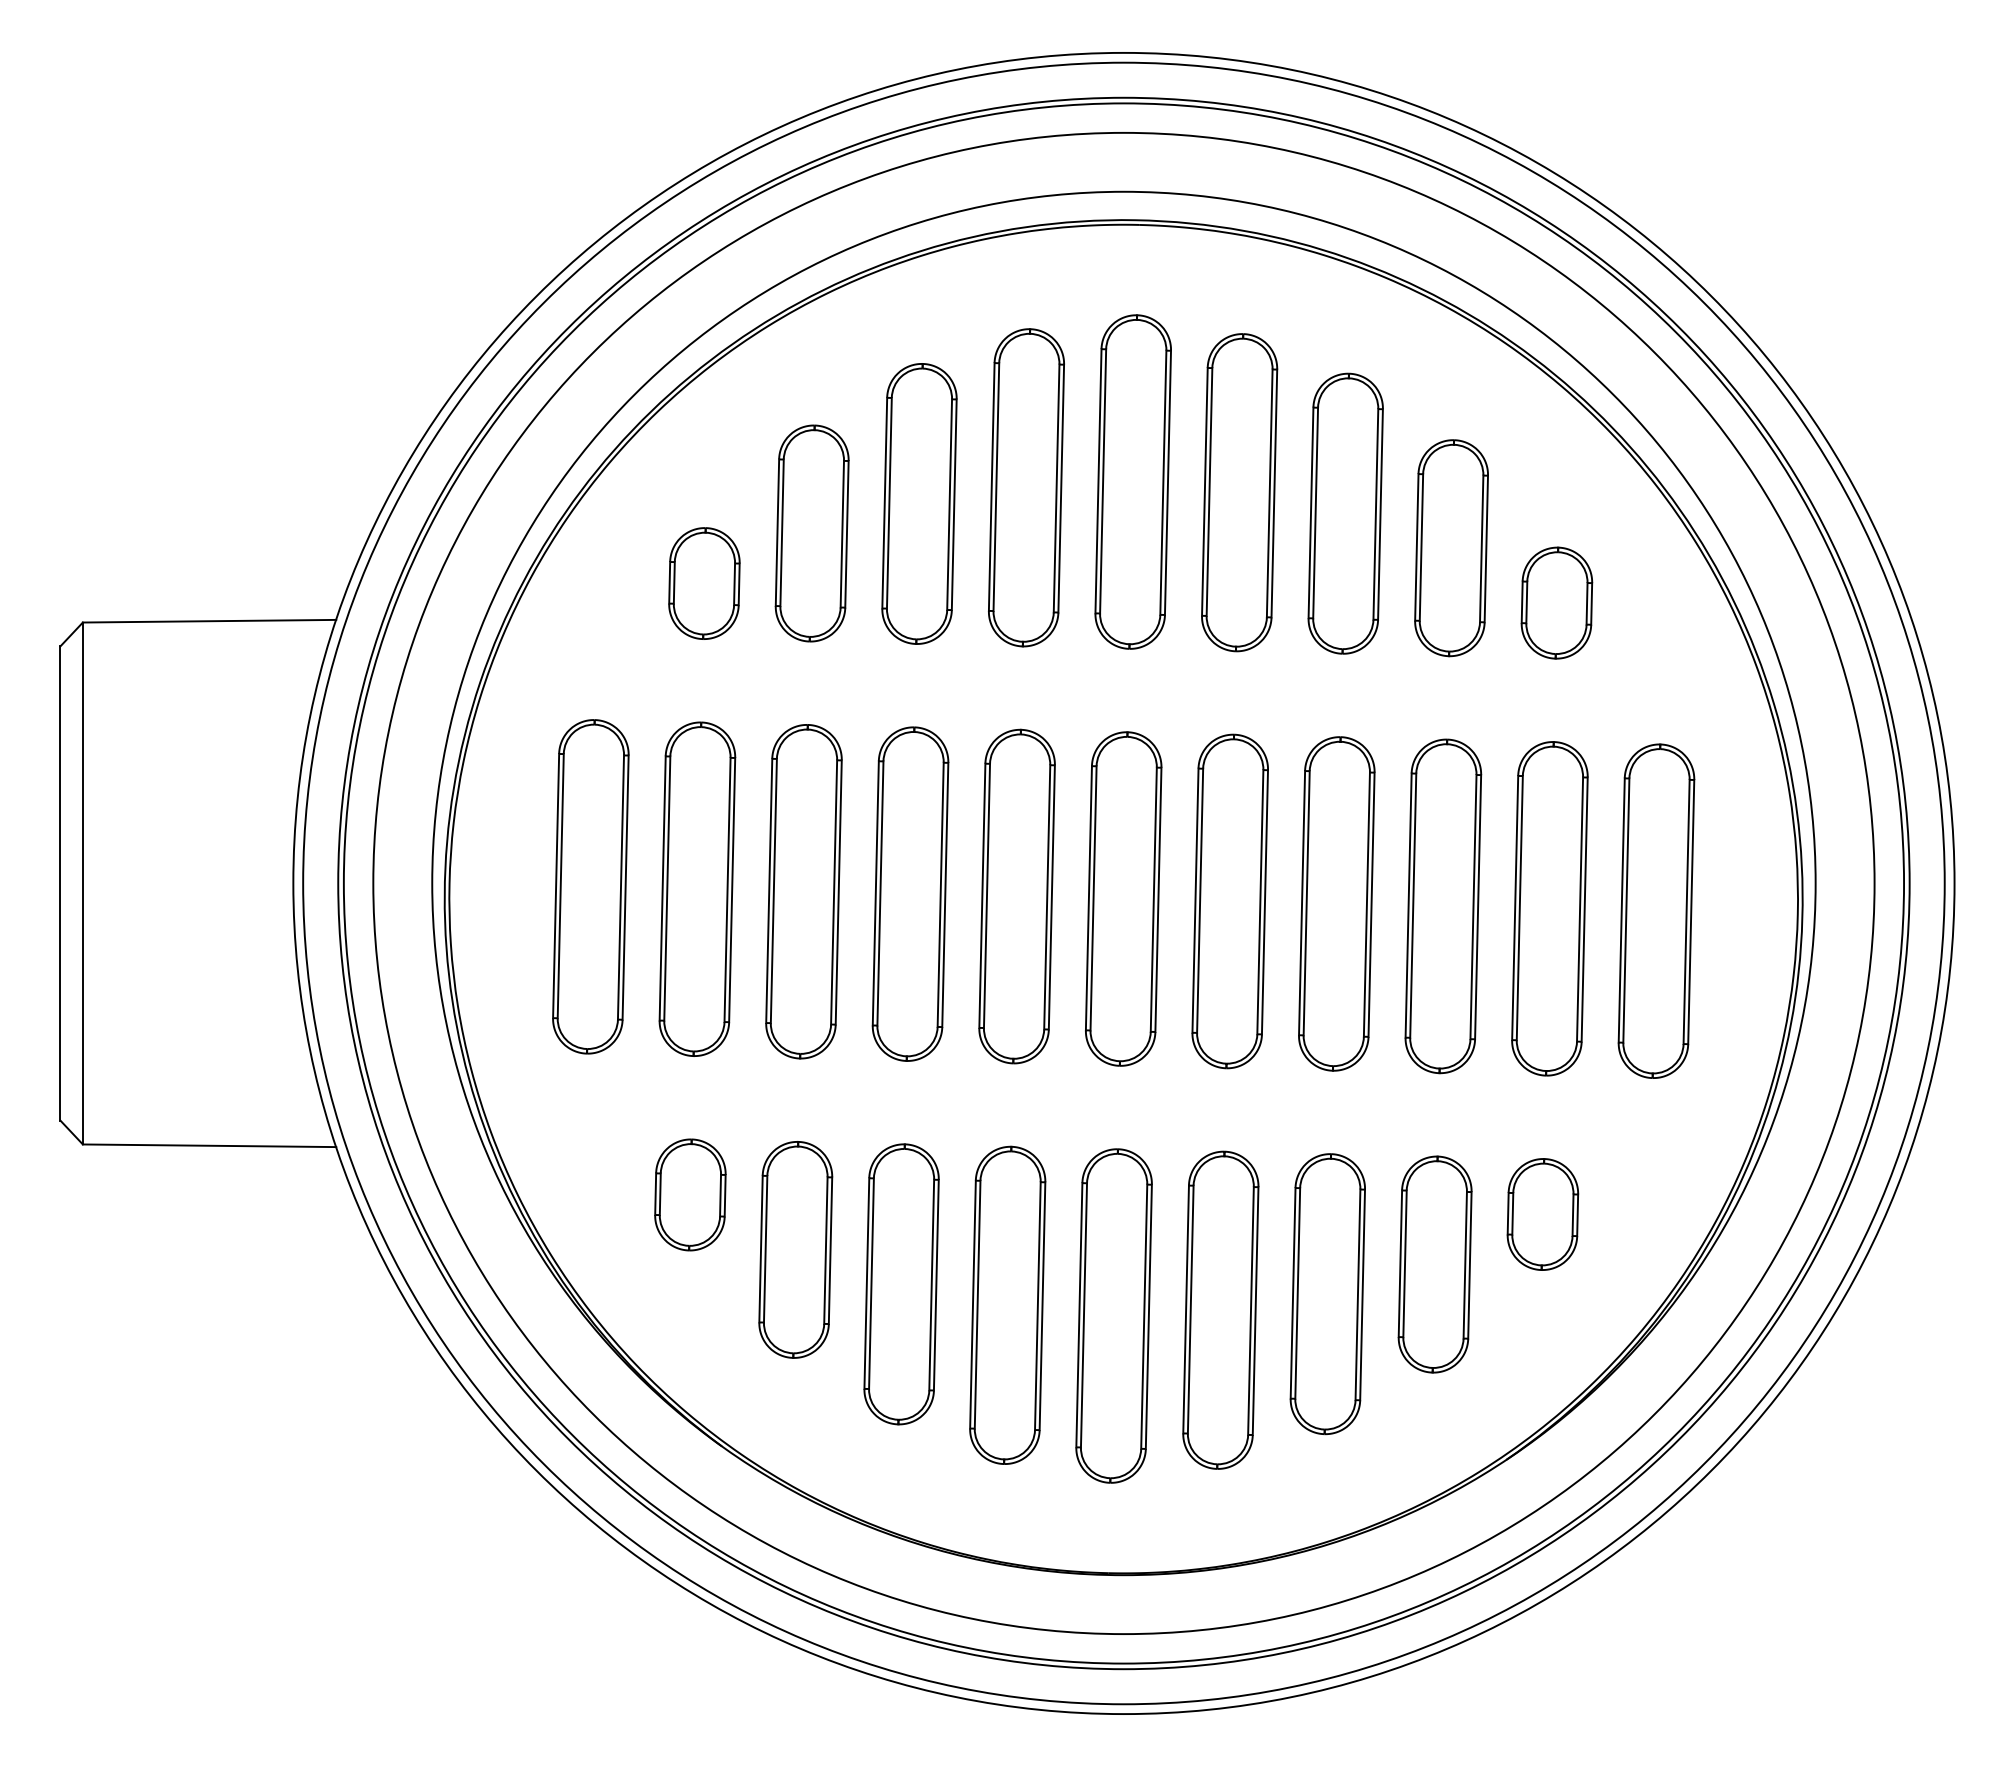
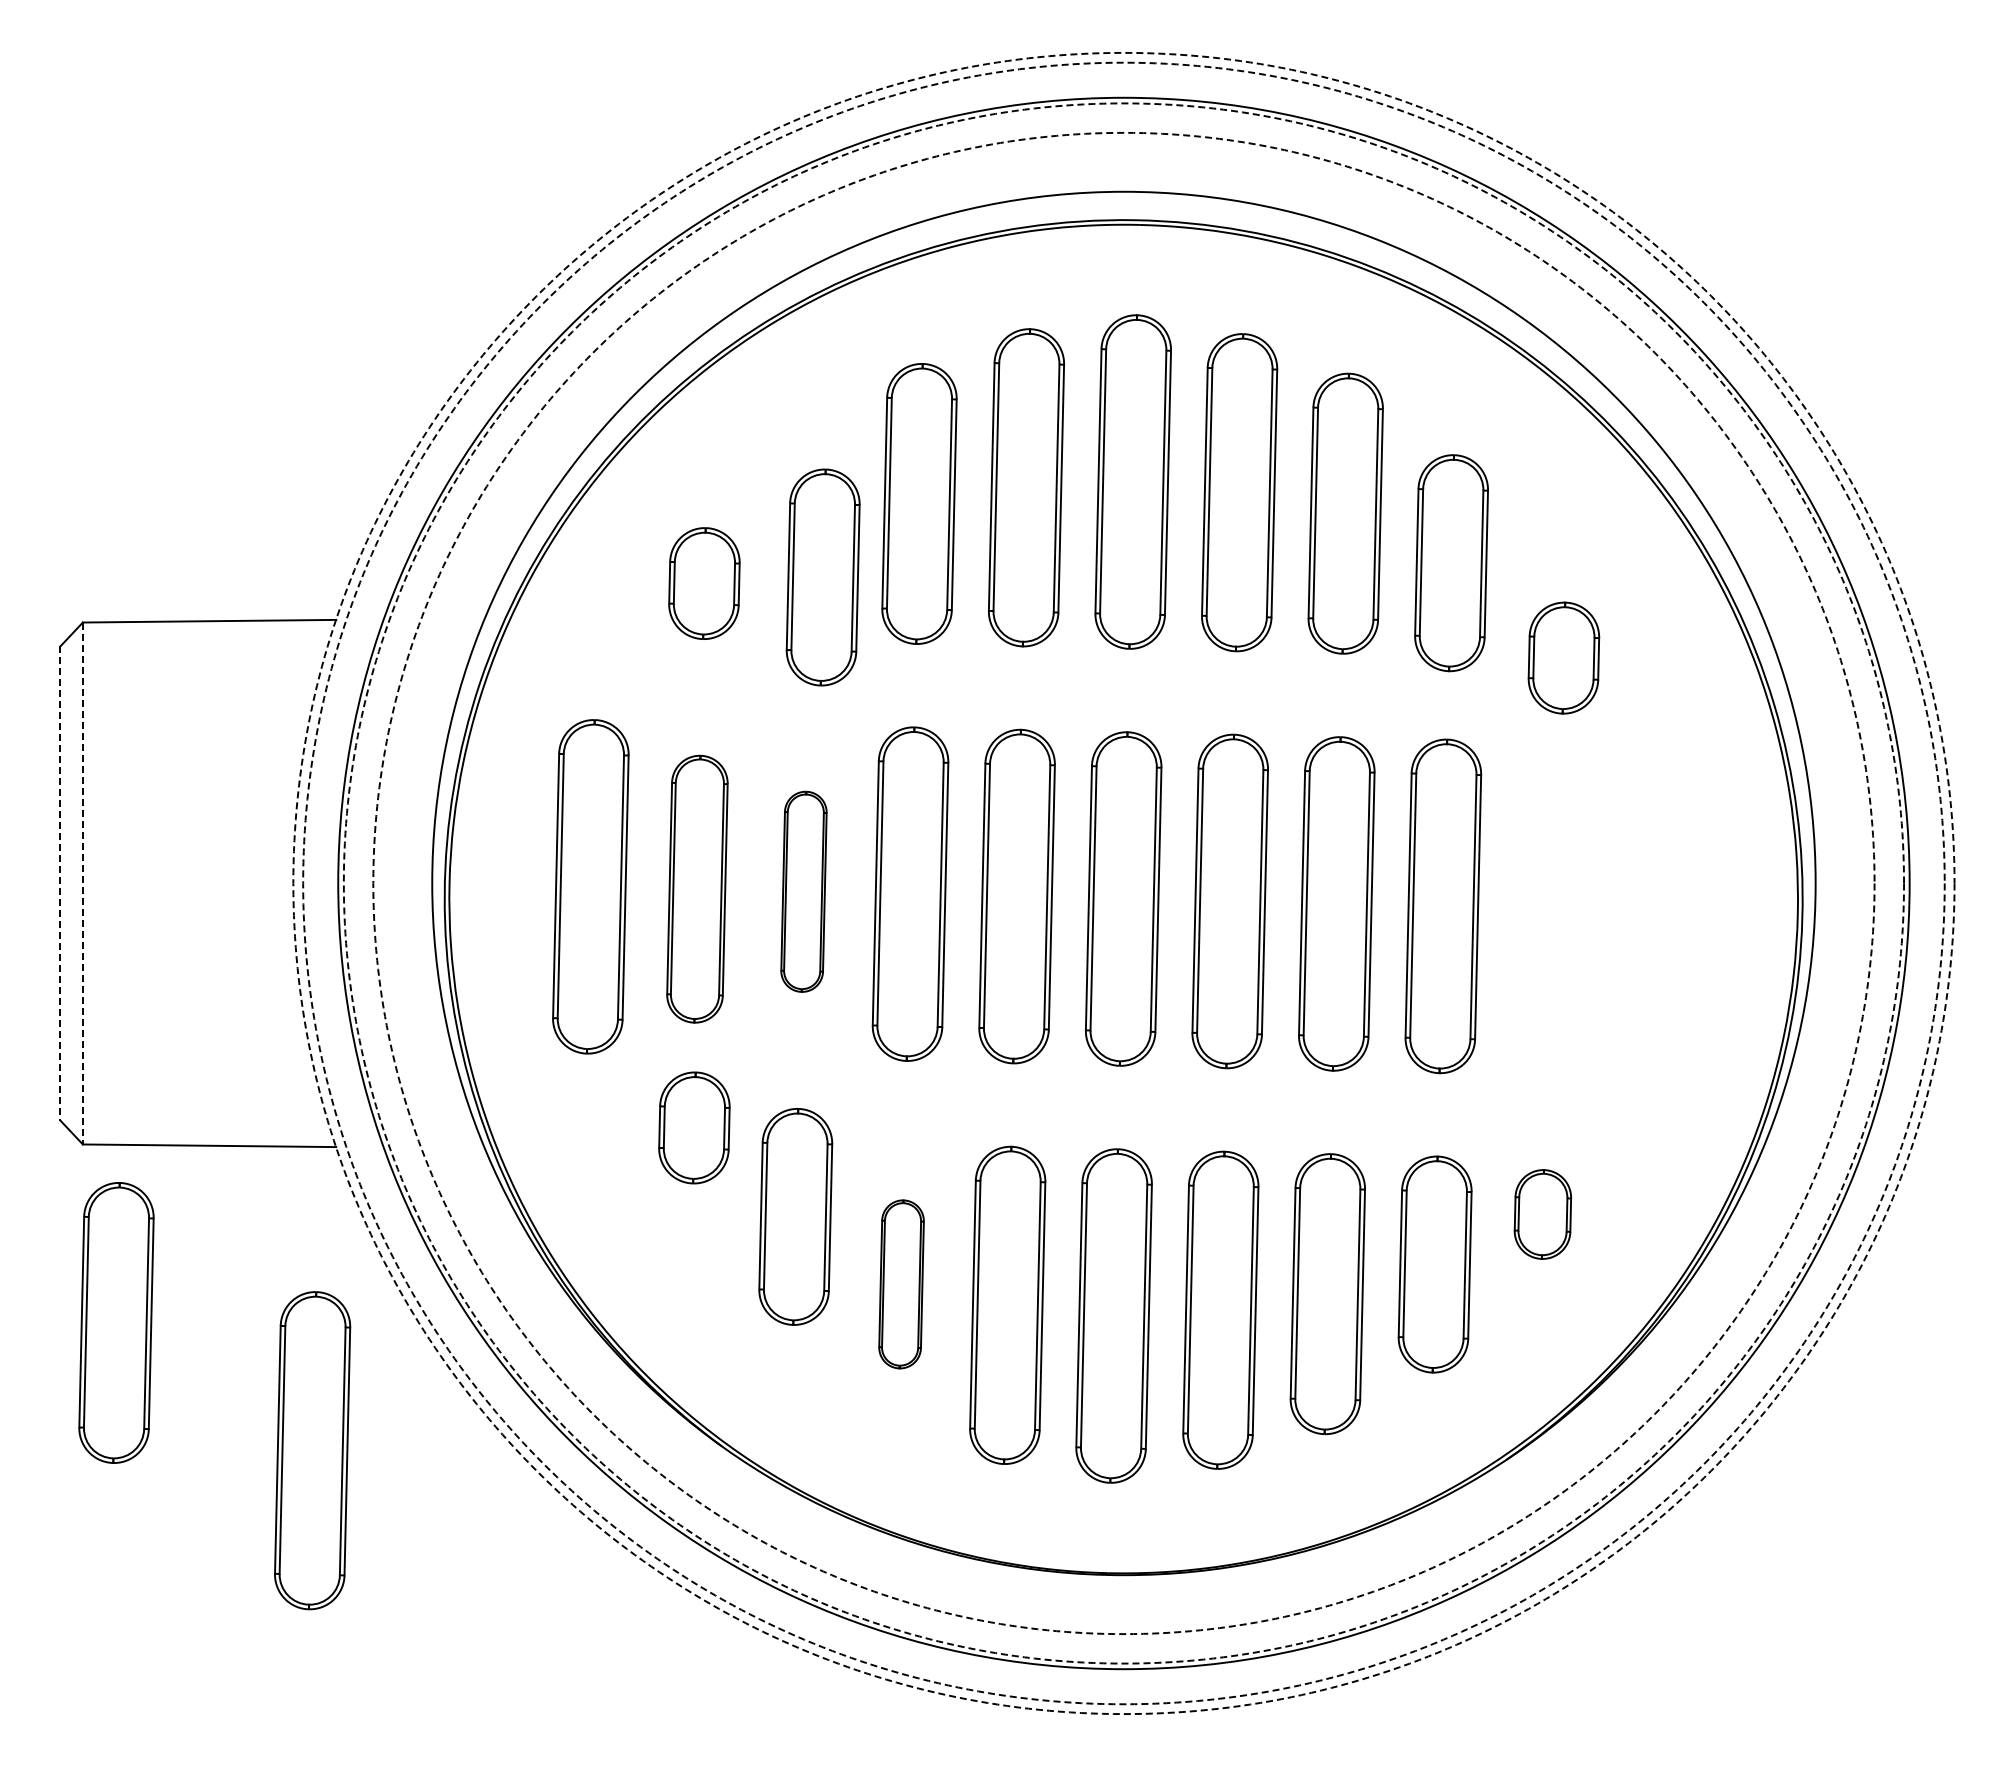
part at (811, 533) position: (811, 533) -> (822, 577)
part at (1451, 548) position: (1451, 548) -> (1451, 563)
part at (1556, 602) position: (1556, 602) -> (1563, 657)
line at (82, 883): solid -> dashed
circle at (1123, 883): solid -> dashed
circle at (1123, 883): solid -> dashed
circle at (1123, 883): solid -> dashed
circle at (1123, 883): solid -> dashed
line at (60, 884): solid -> dashed
part at (697, 888) size: 79x336 px -> 63x270 px
part at (803, 891) size: 78x336 px -> 48x203 px
part at (1549, 908): present -> none
part at (1656, 910): present -> none
part at (690, 1194) position: (690, 1194) -> (694, 1127)
part at (1542, 1214) size: 74x113 px -> 60x91 px
part at (795, 1249) position: (795, 1249) -> (795, 1216)
part at (901, 1284) size: 77x283 px -> 47x171 px
part at (116, 1322): none -> present
part at (312, 1450): none -> present
